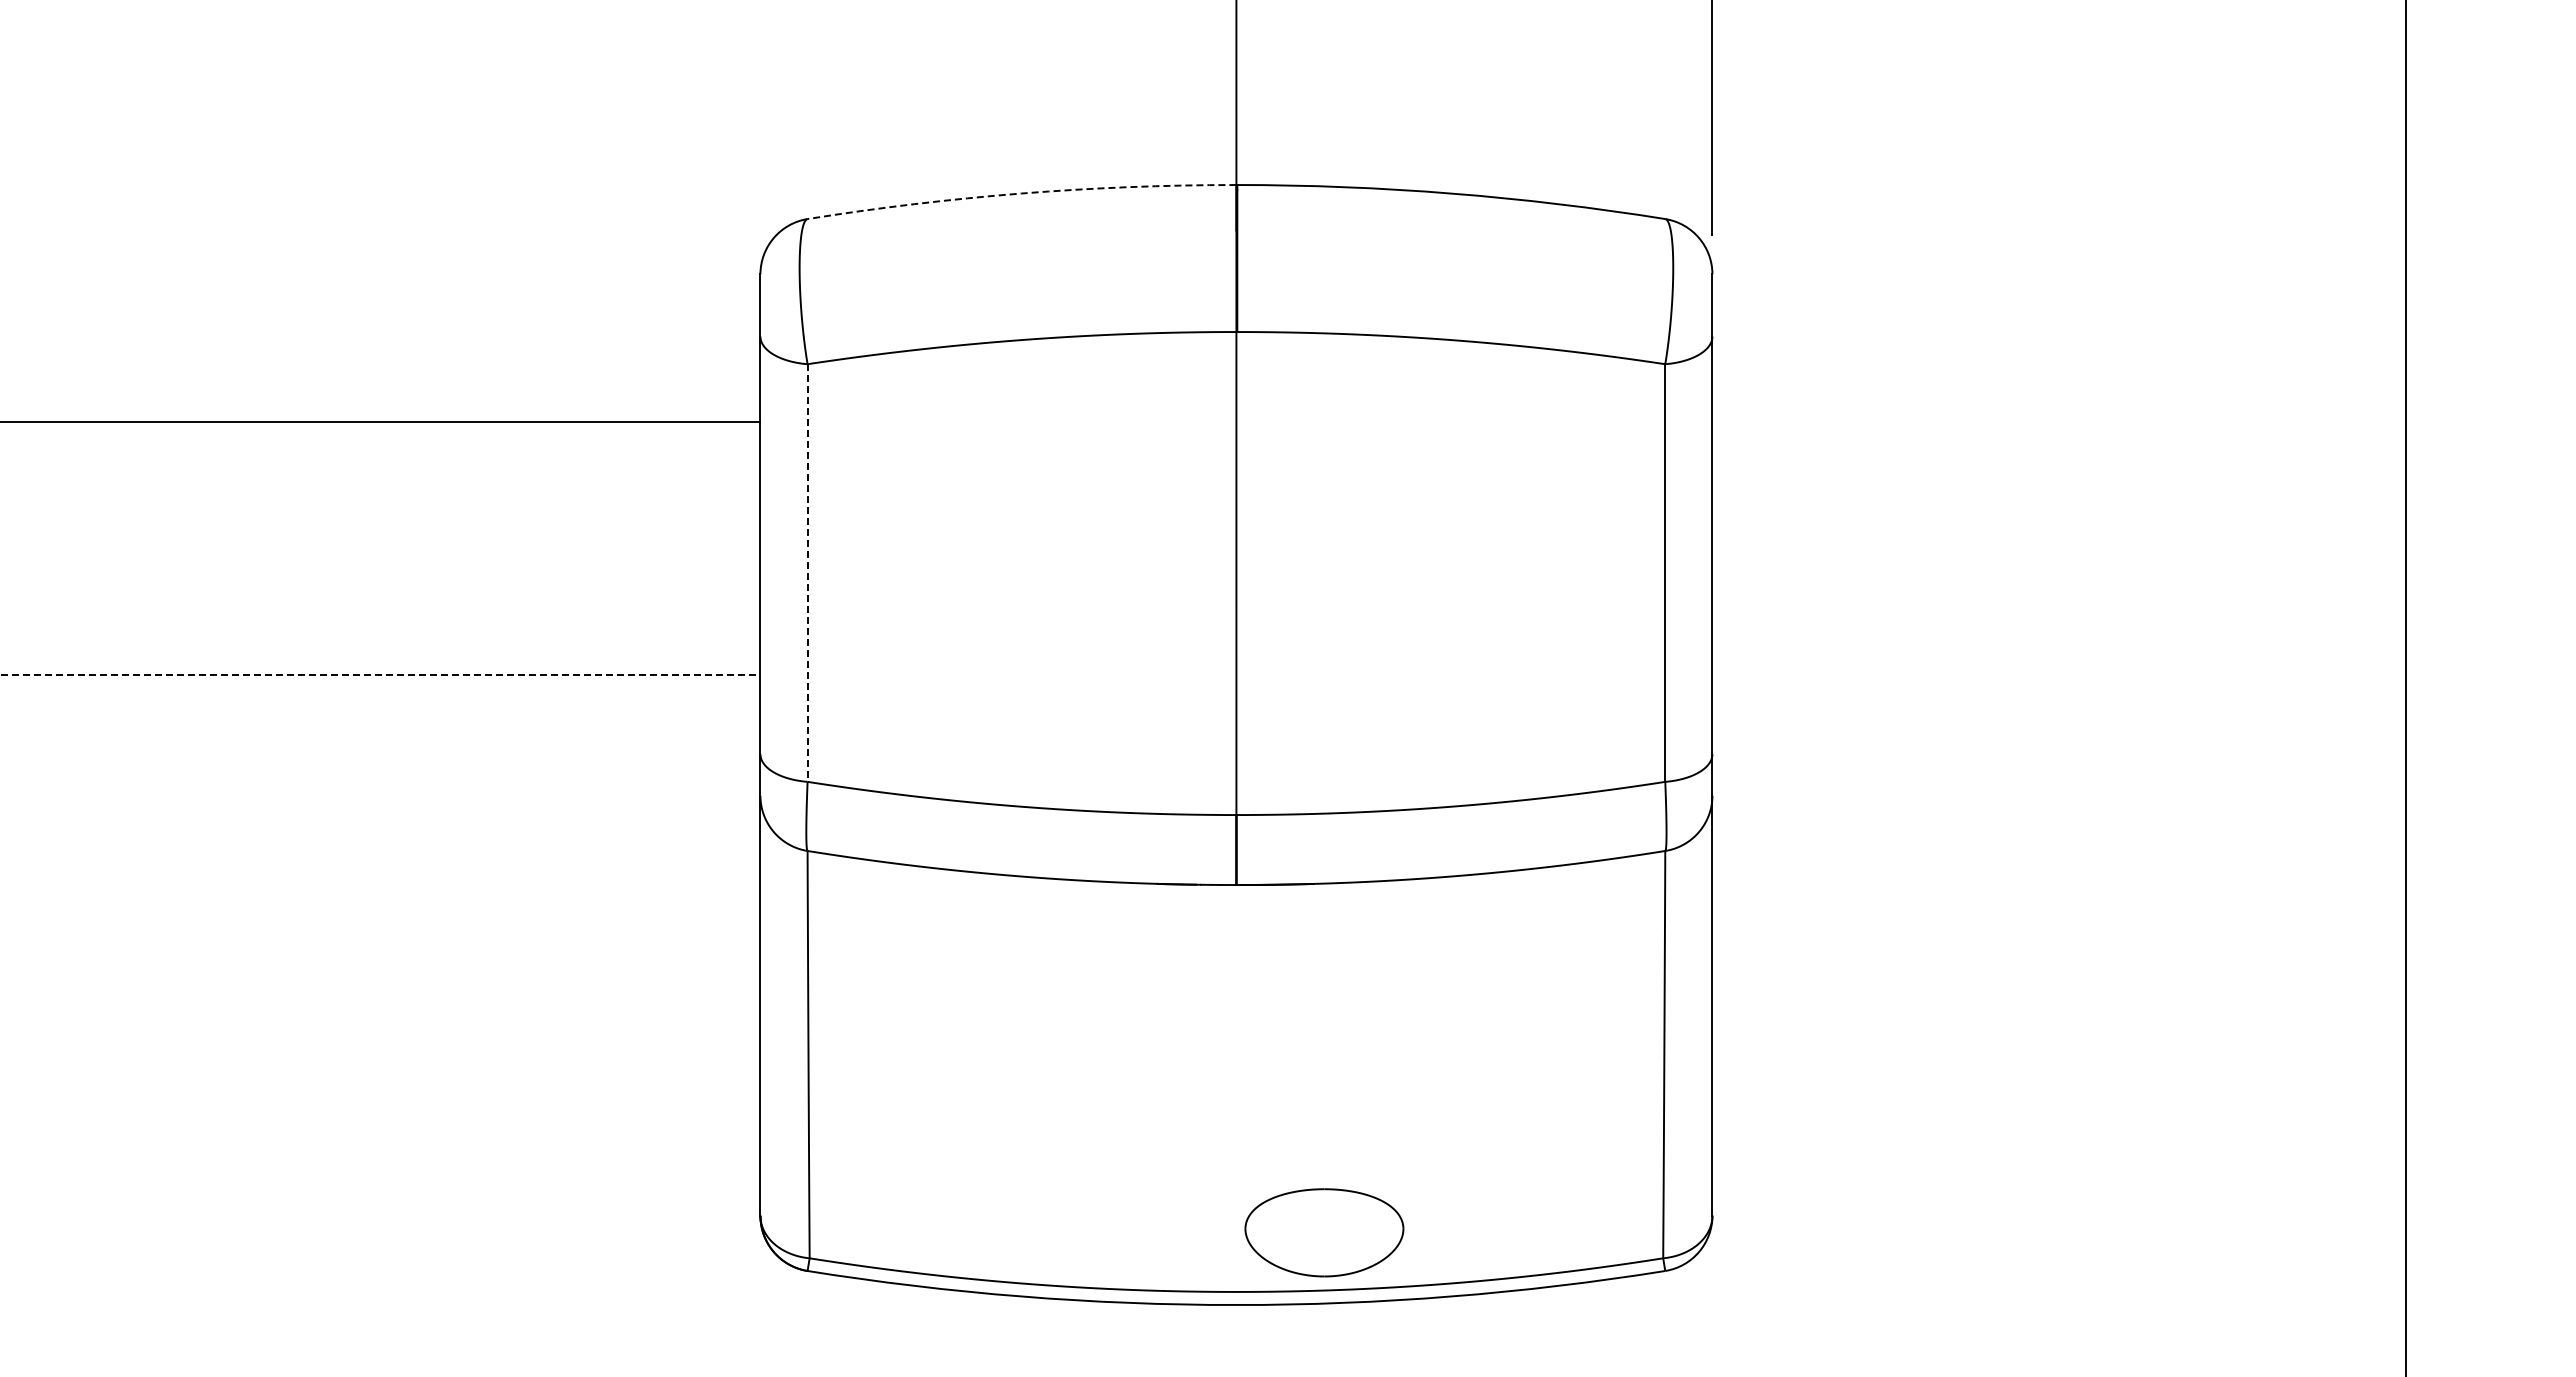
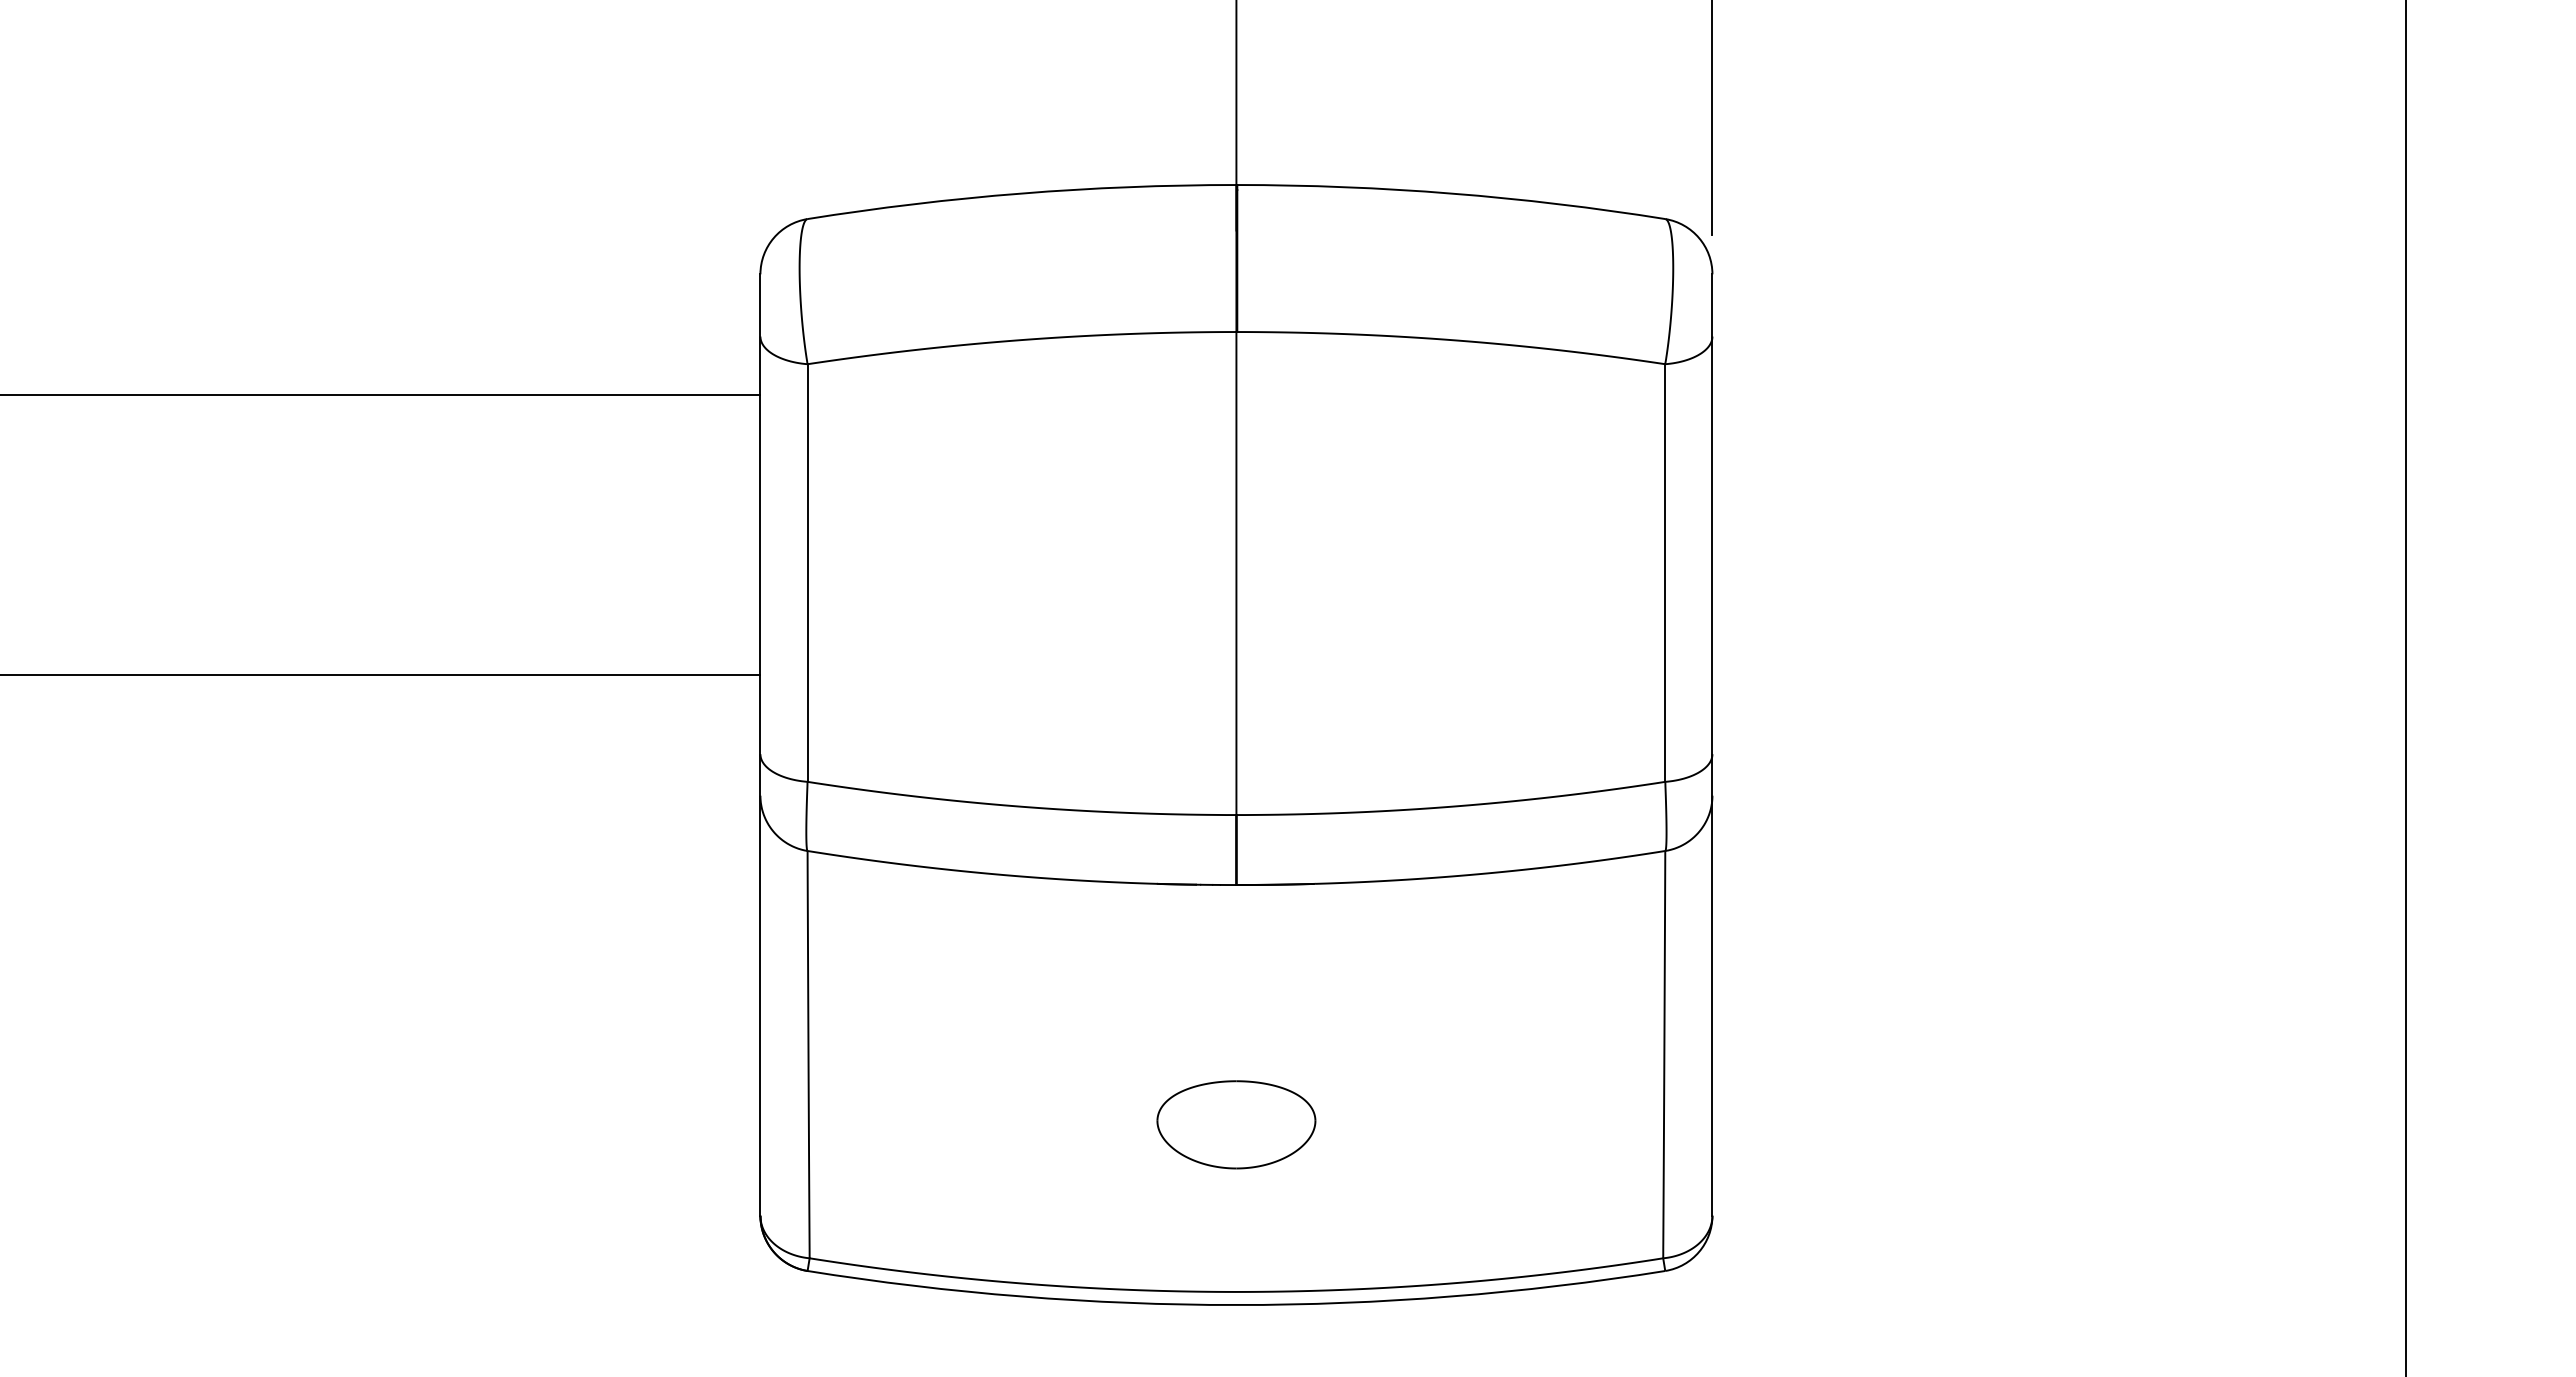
arc at (1021, 193): dashed -> solid
line at (381, 422) position: (381, 422) -> (381, 395)
line at (807, 573): dashed -> solid
line at (380, 675): dashed -> solid
part at (1324, 1232) position: (1324, 1232) -> (1236, 1124)
